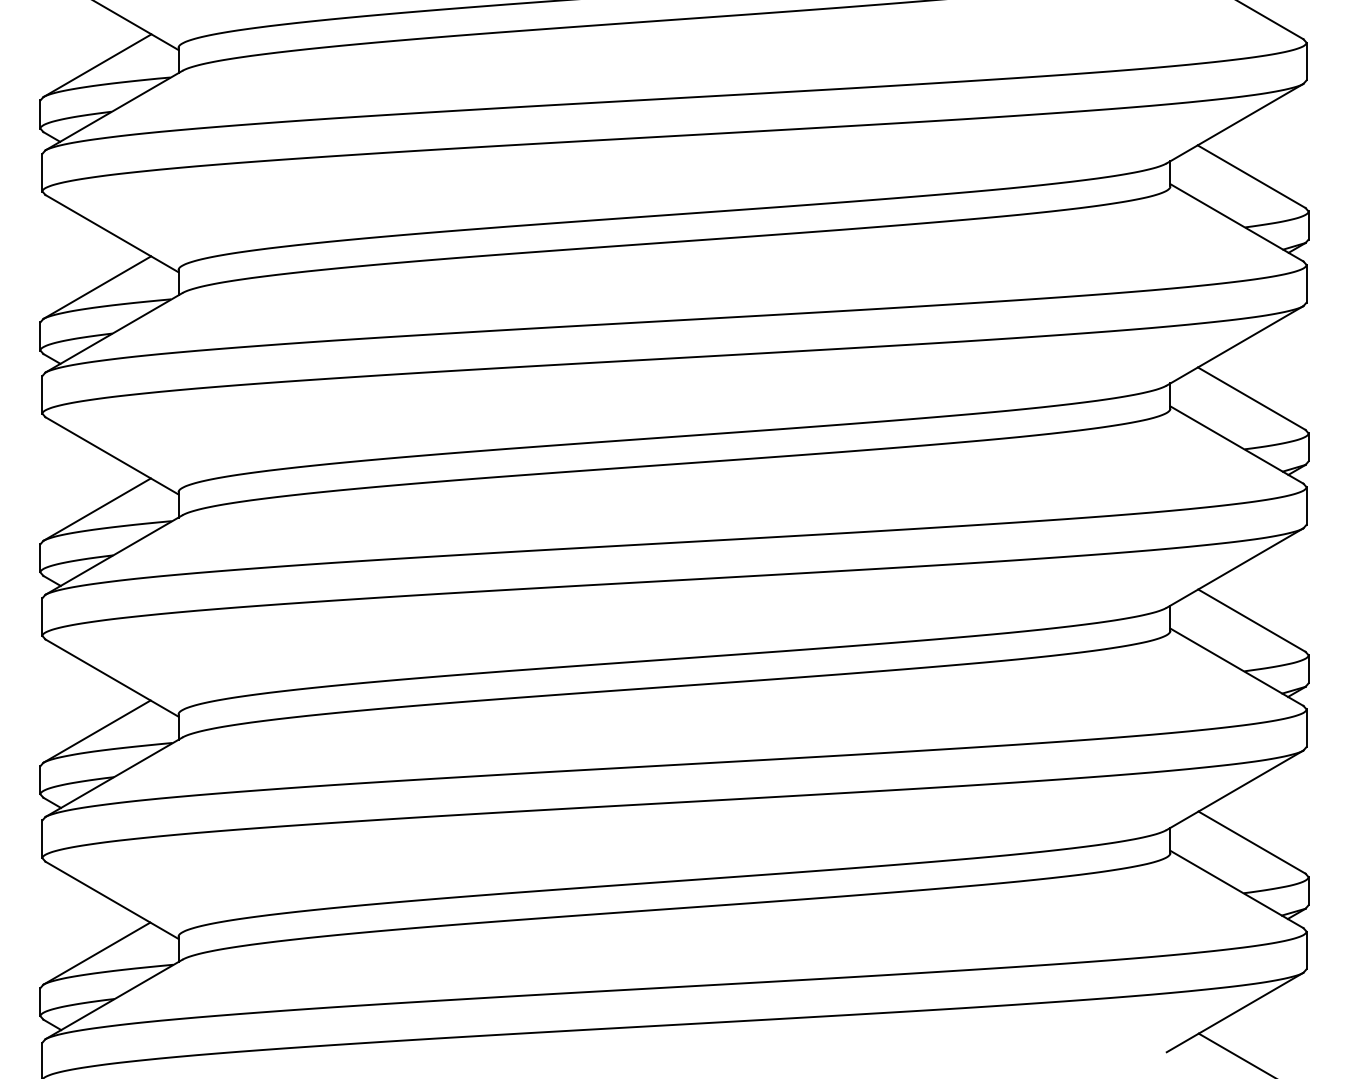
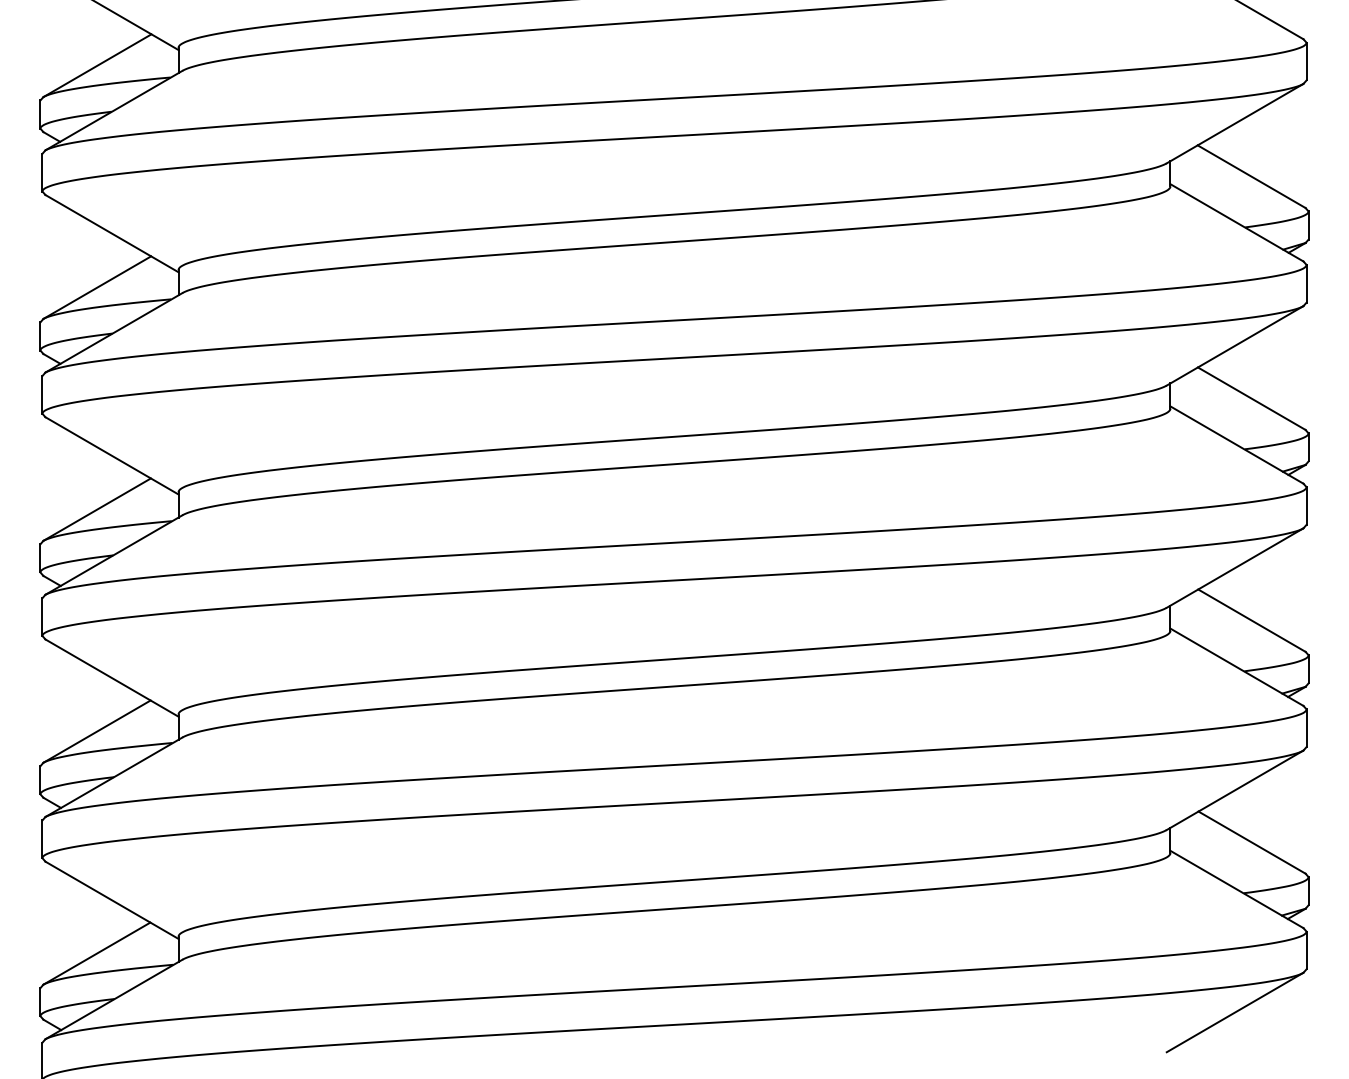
line at (1234, 1054): present -> none
